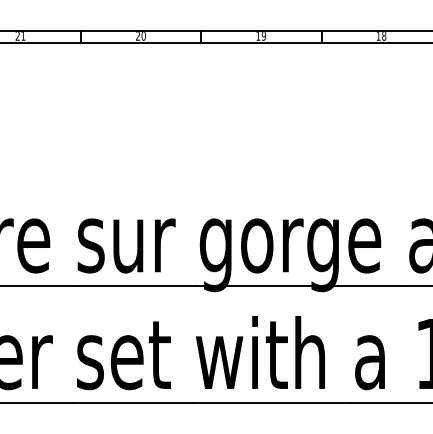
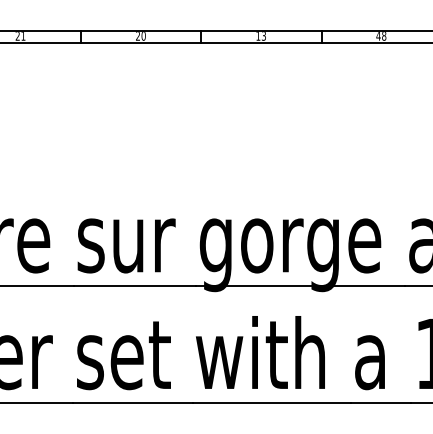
text at (263, 36): 19 -> 13
text at (378, 36): 18 -> 48
